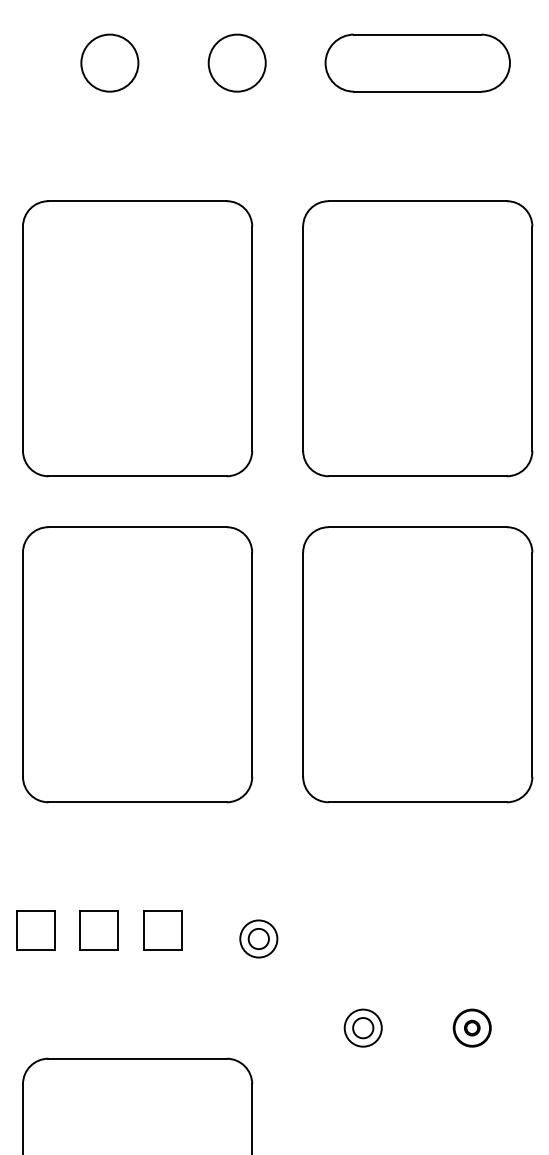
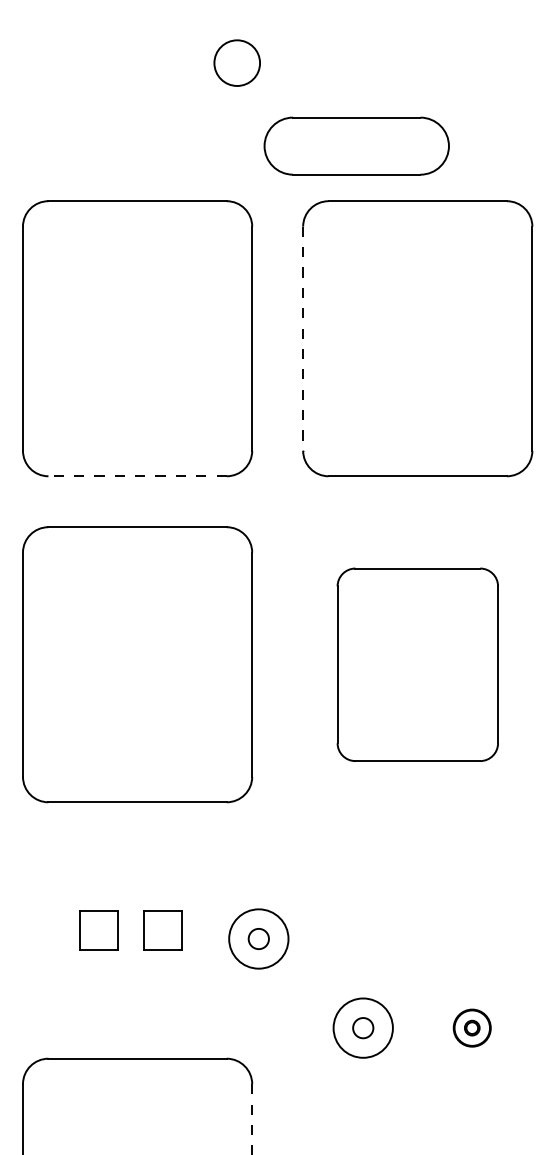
circle at (109, 62): present -> none
circle at (236, 62) diameter: 57 px -> 46 px
part at (417, 62) position: (417, 62) -> (356, 145)
line at (303, 339): solid -> dashed
line at (137, 476): solid -> dashed
part at (417, 664) size: 232x278 px -> 163x195 px
part at (35, 930): present -> none
circle at (258, 938) diameter: 37 px -> 59 px
circle at (362, 1027) diameter: 37 px -> 59 px
line at (252, 1120): solid -> dashed
